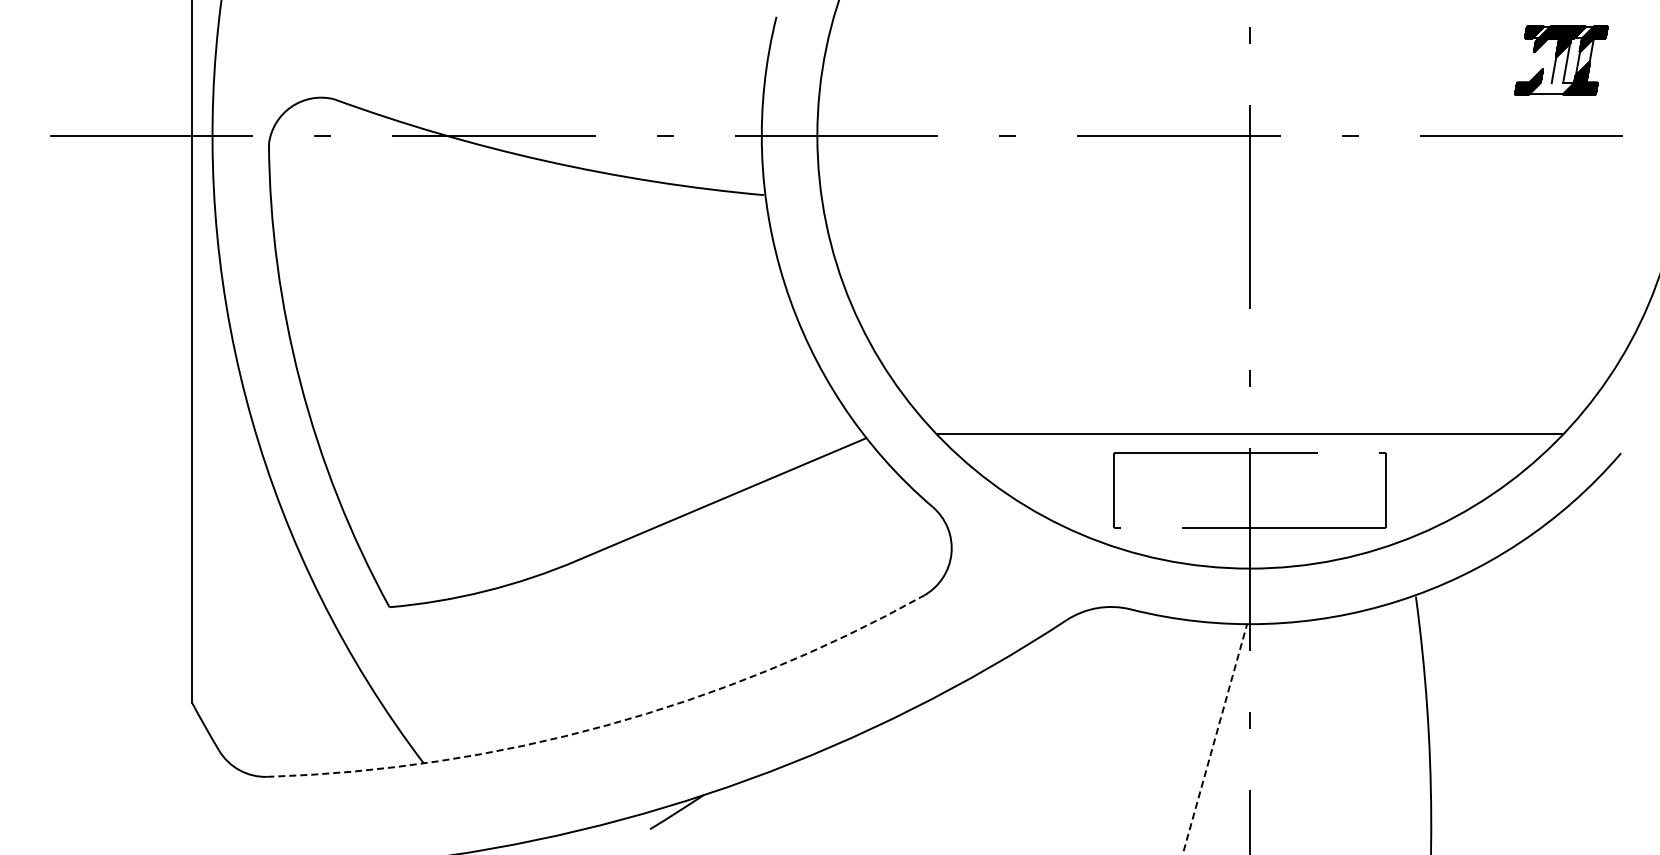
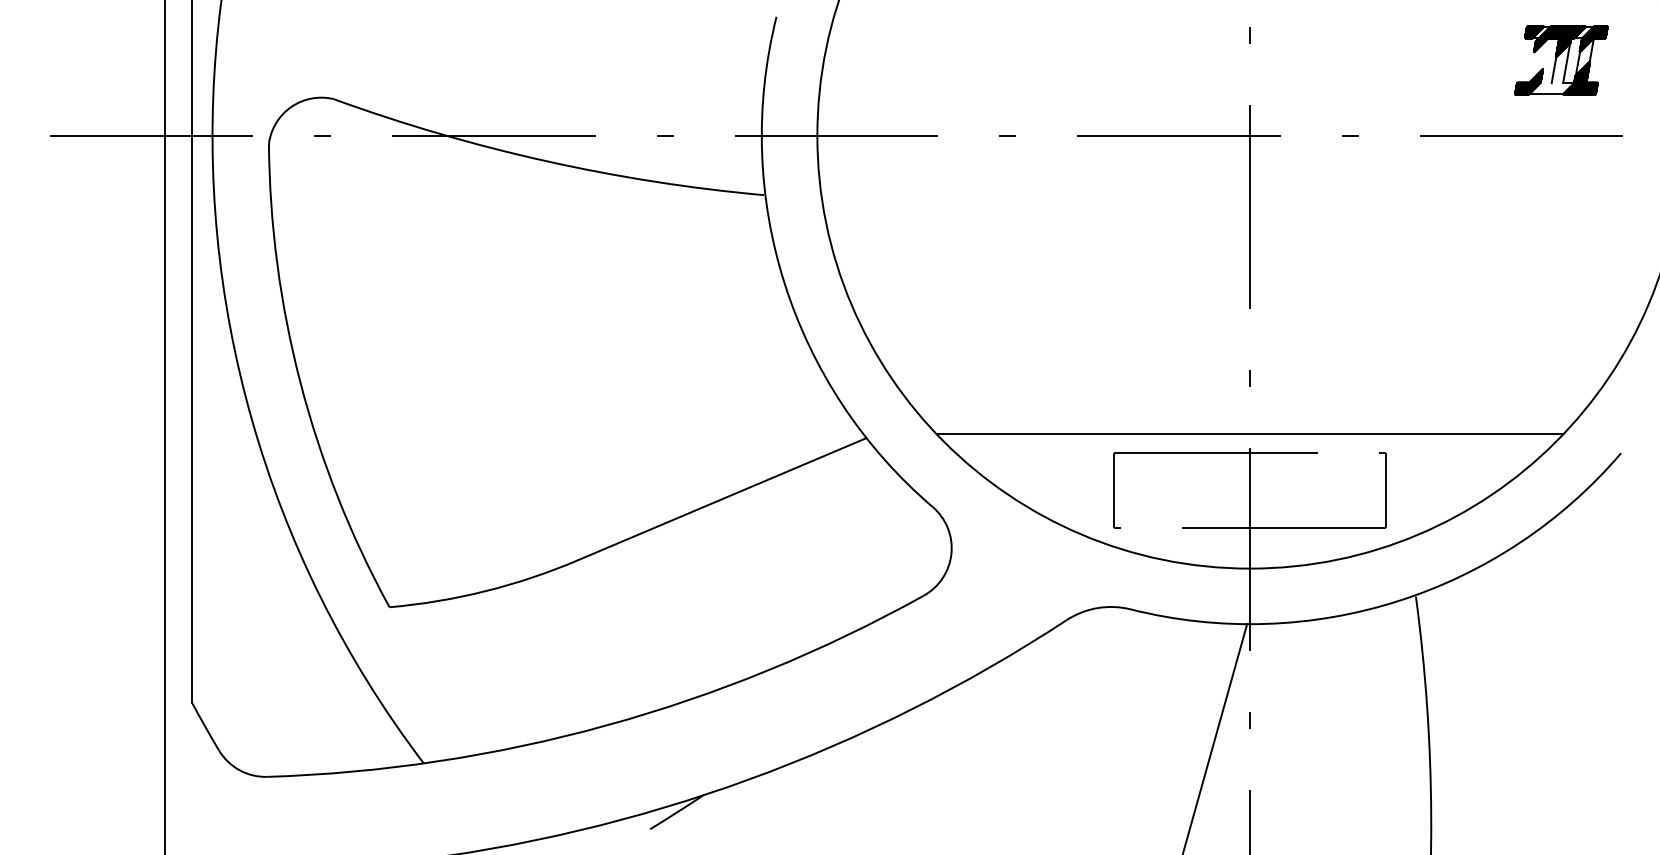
line at (165, 426): none -> present
arc at (606, 725): dashed -> solid
line at (1215, 738): dashed -> solid
